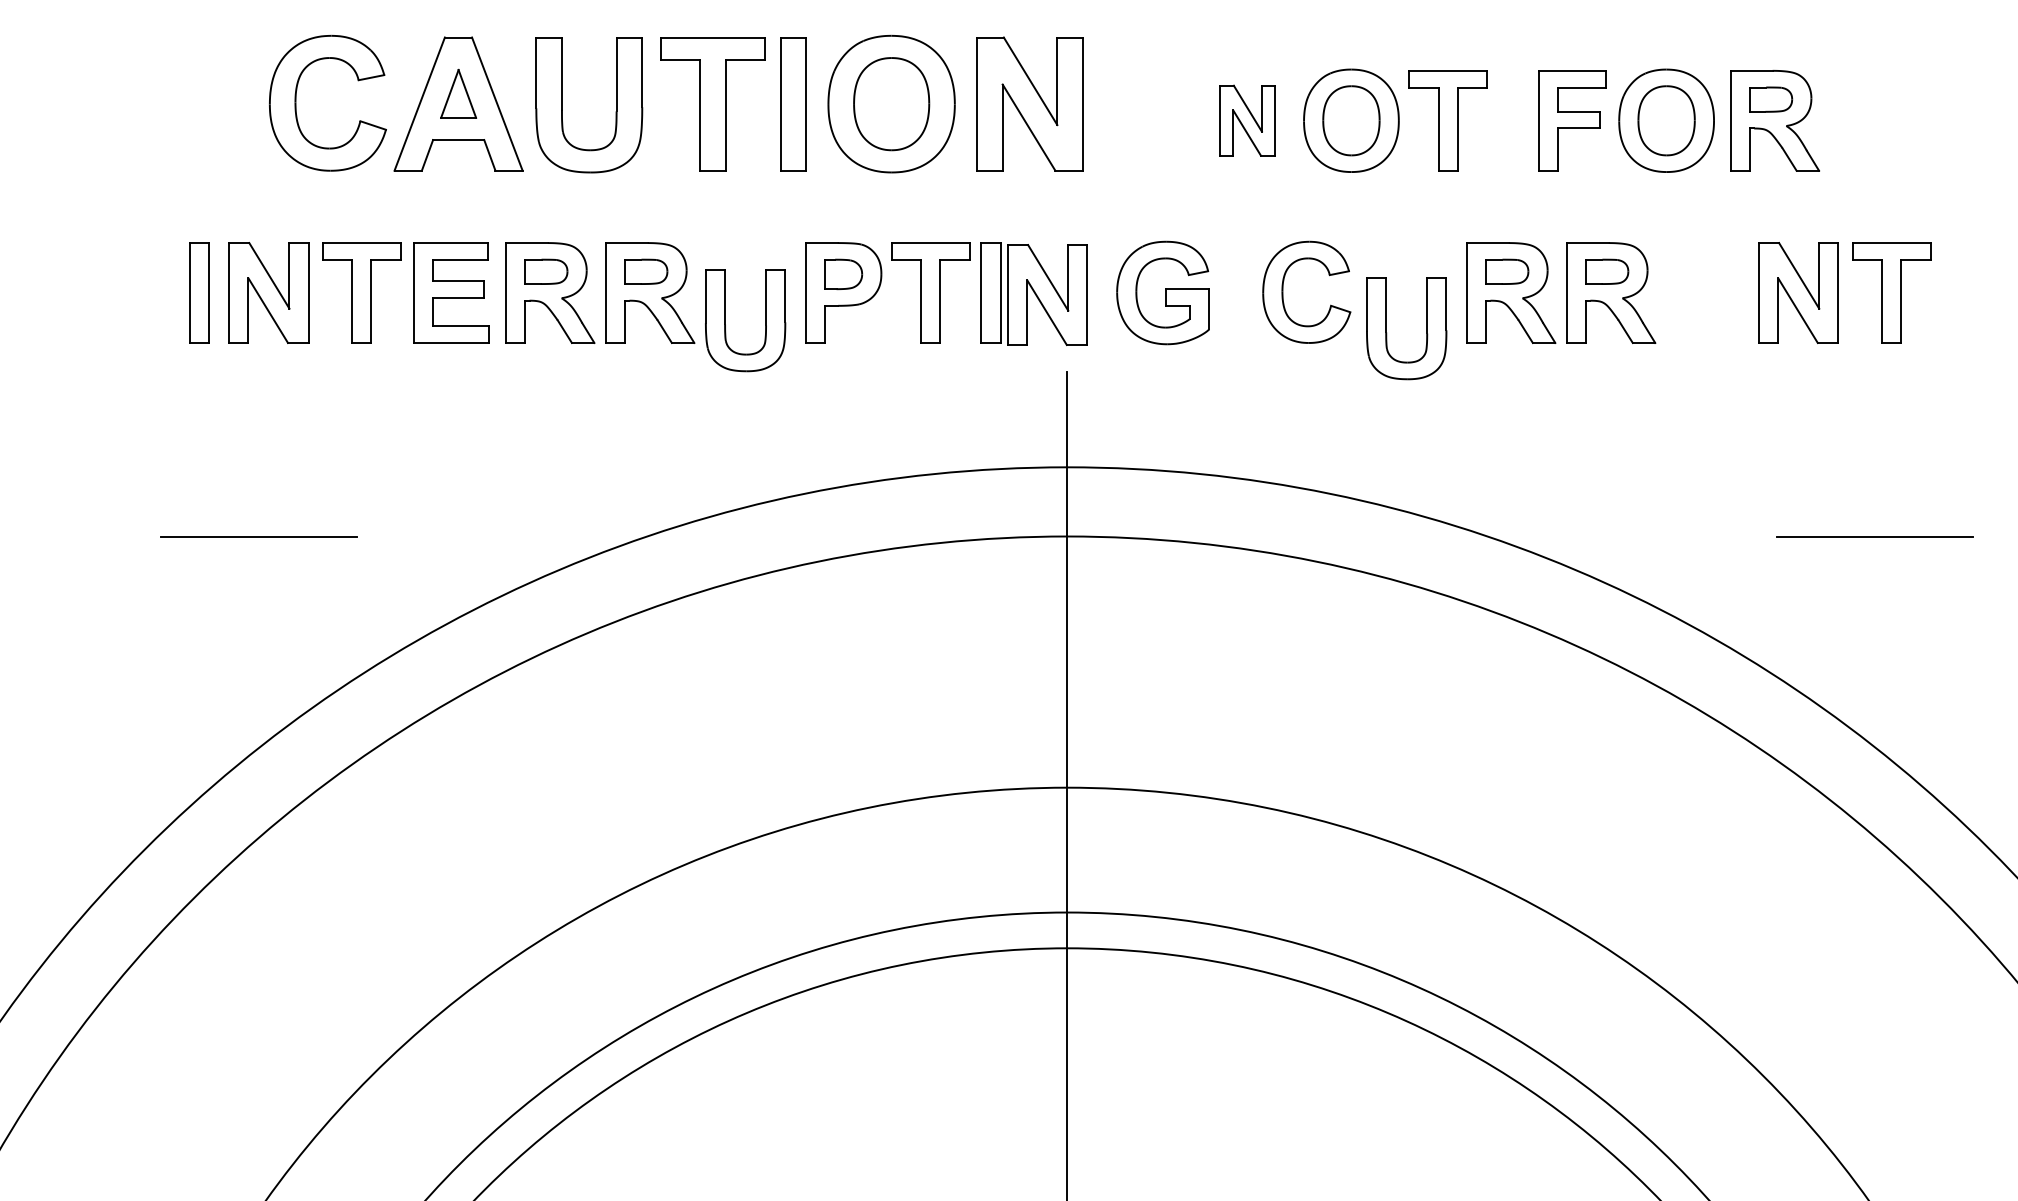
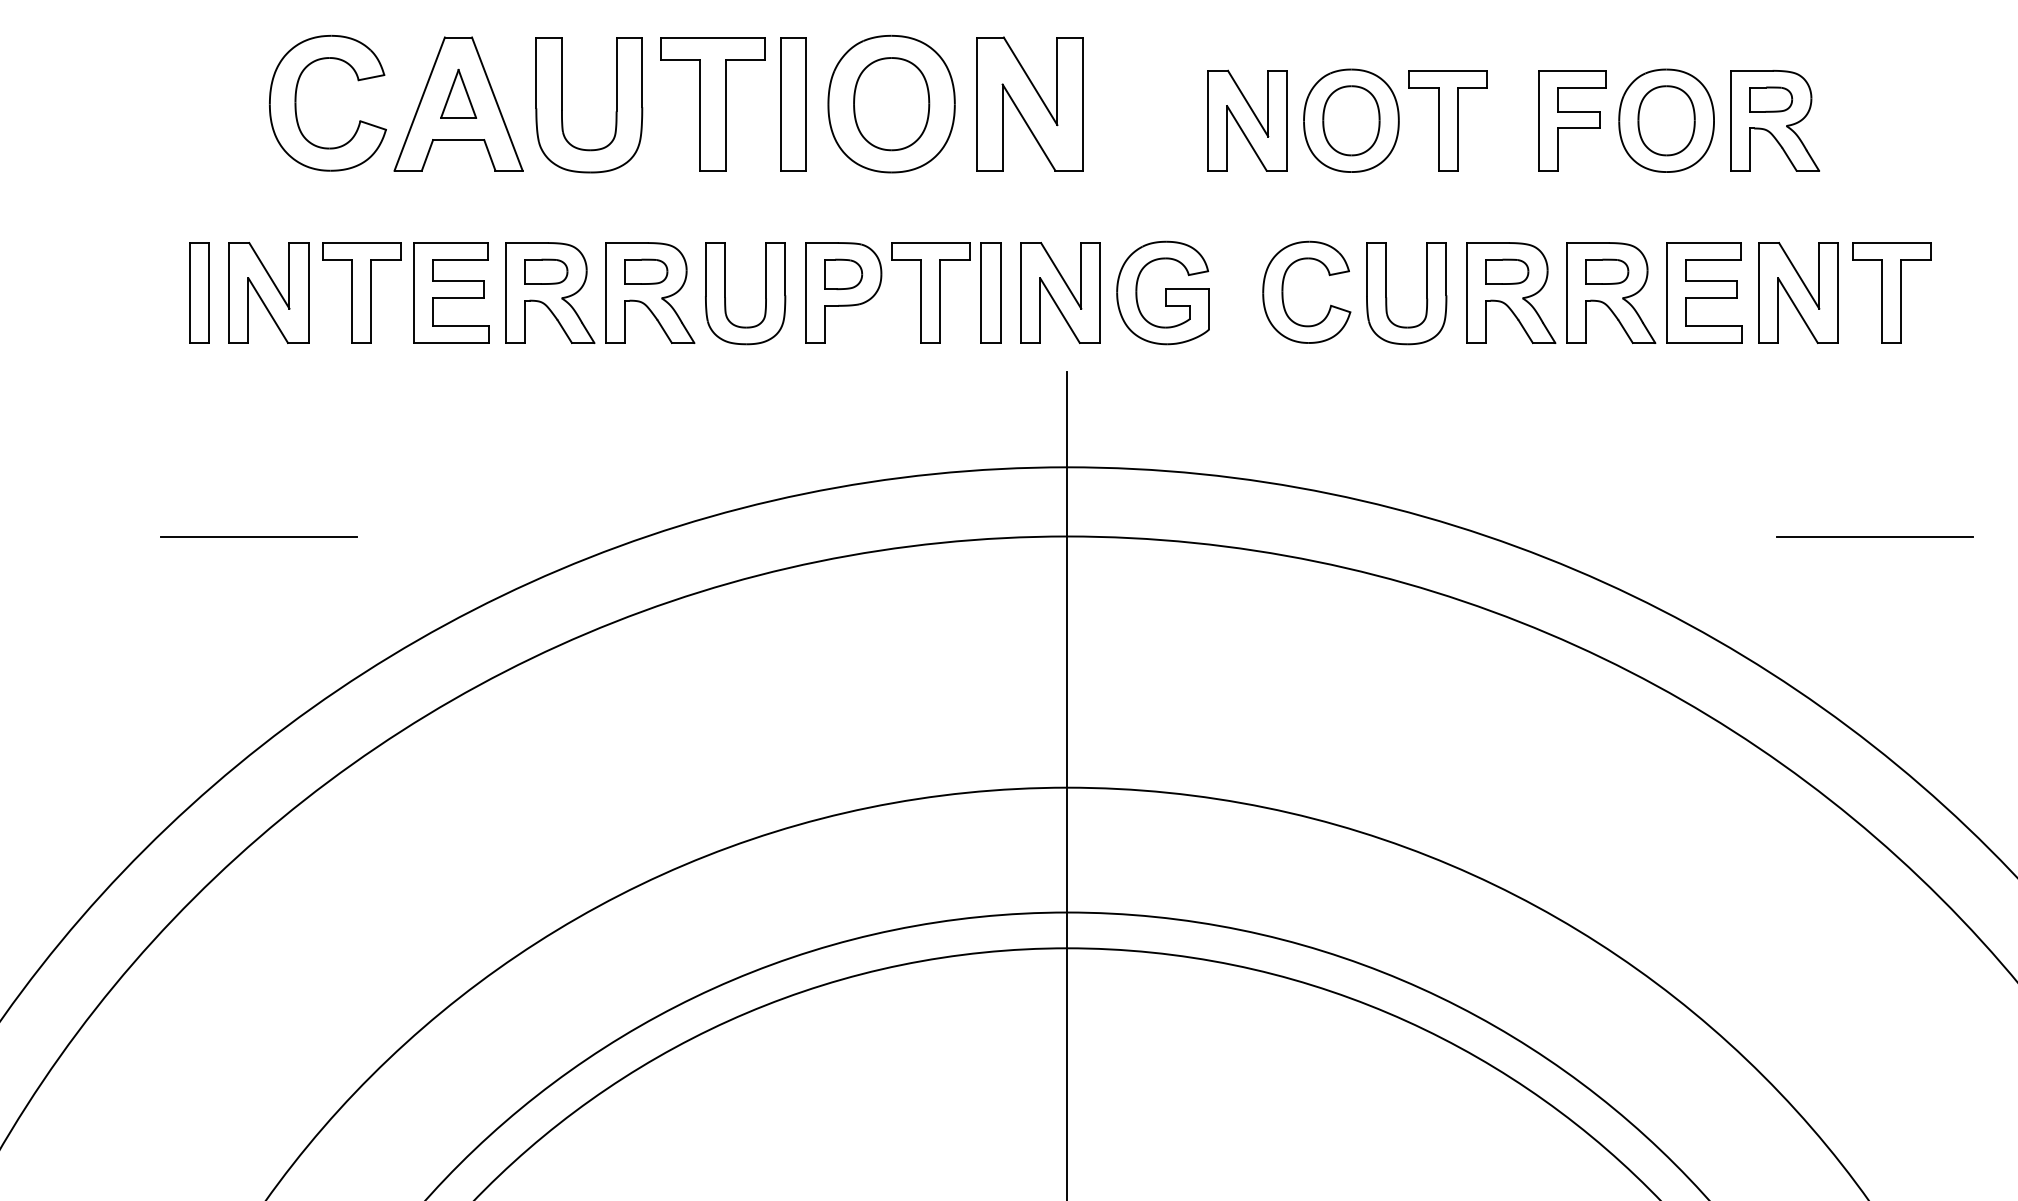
part at (1247, 120) size: 57x73 px -> 81x103 px
part at (1704, 292): none -> present
part at (1047, 294) position: (1047, 294) -> (1060, 292)
part at (725, 320) position: (725, 320) -> (725, 293)
part at (1387, 333) position: (1387, 333) -> (1387, 298)
